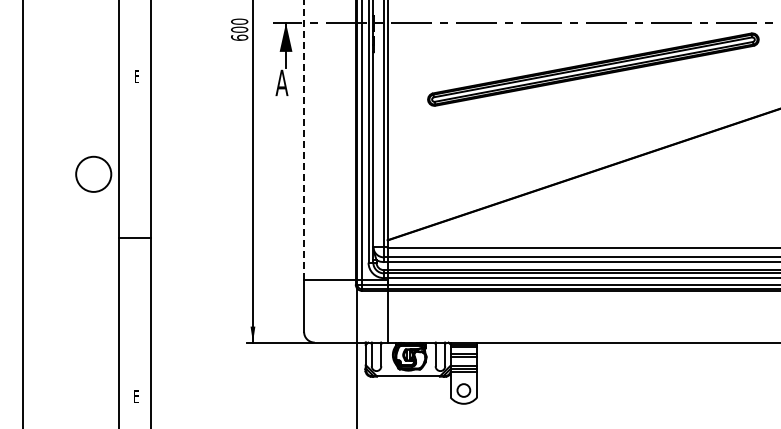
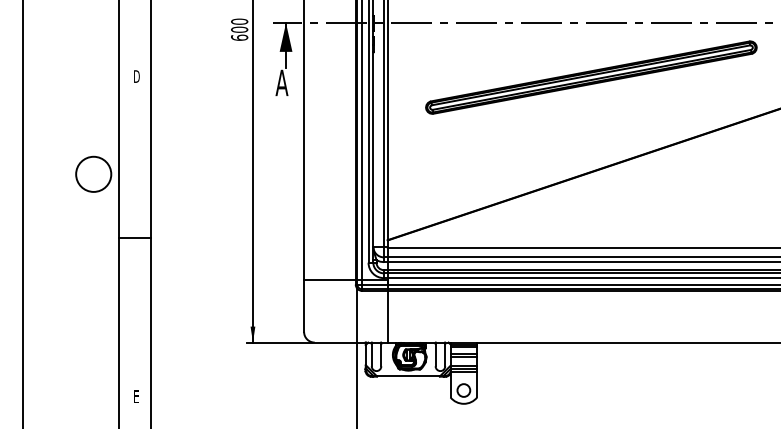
part at (593, 69) position: (593, 69) -> (591, 77)
text at (136, 76): E -> D
line at (304, 140): dashed -> solid
